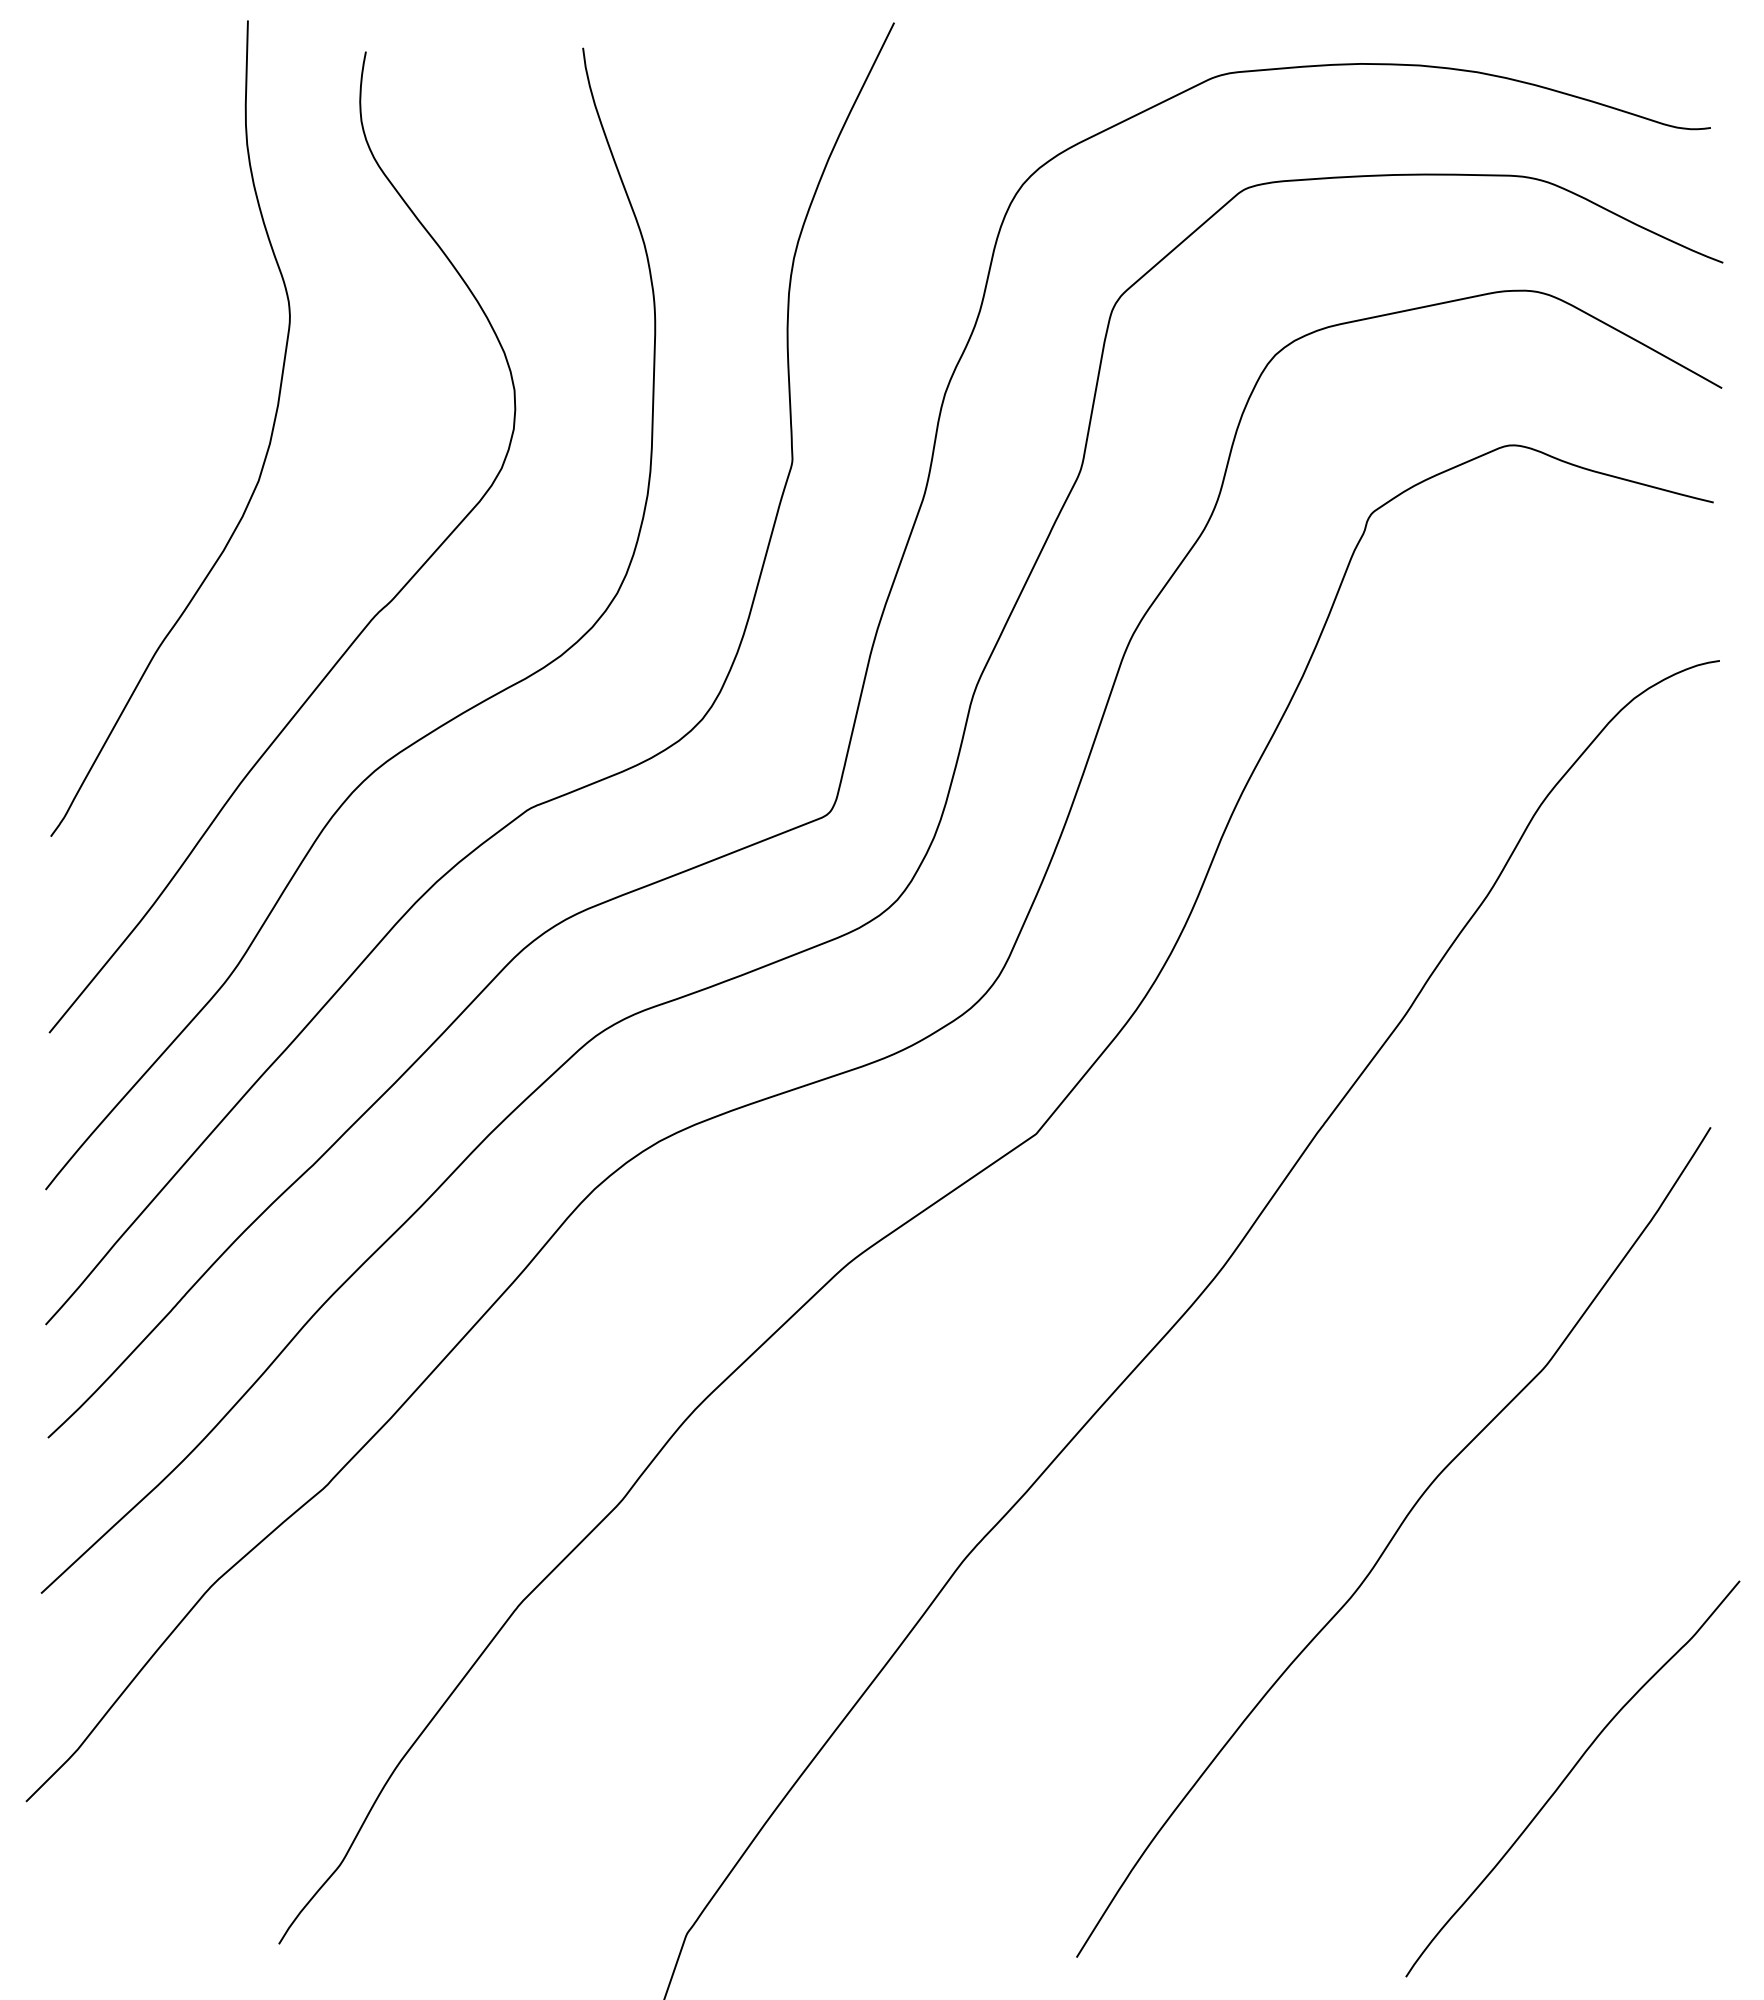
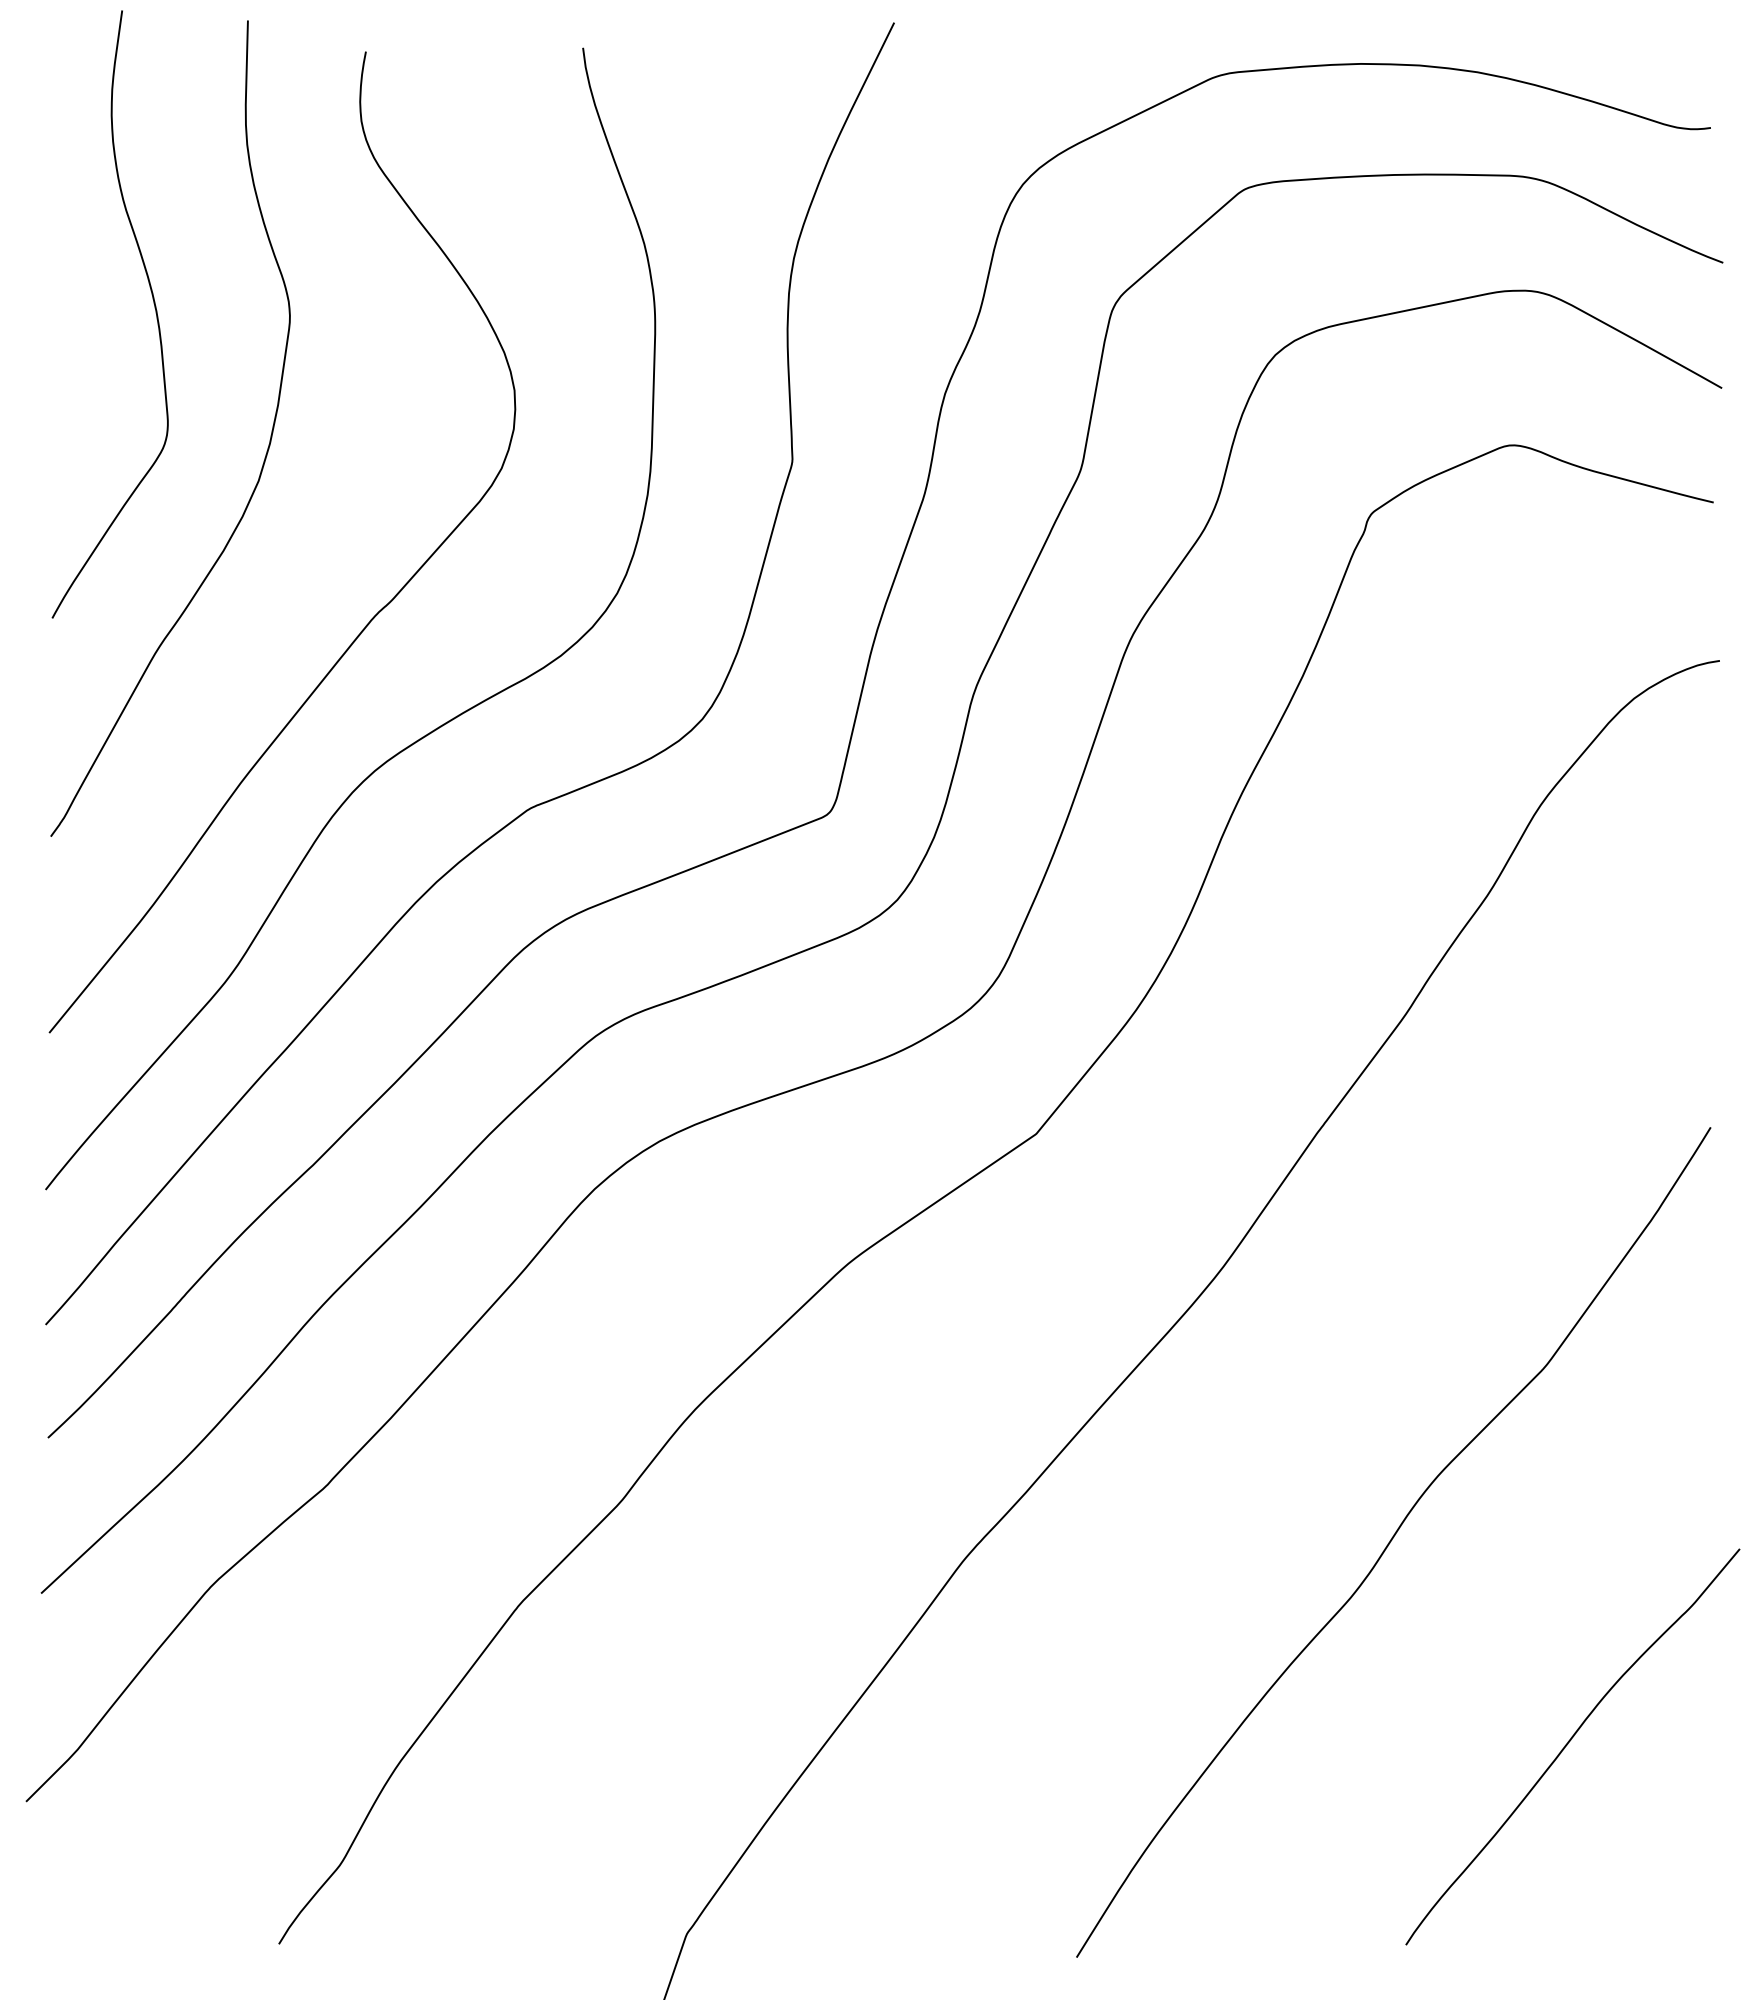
curve at (153, 303): none -> present
curve at (1568, 1776) position: (1568, 1776) -> (1568, 1744)
